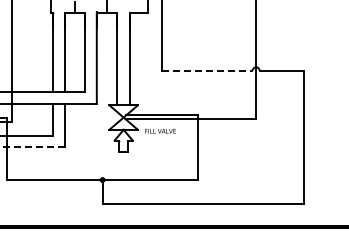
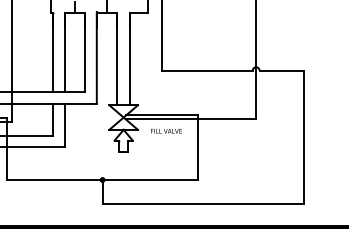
line at (207, 70): dashed -> solid
text at (160, 131) position: (160, 131) -> (166, 131)
line at (32, 146): dashed -> solid
